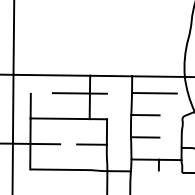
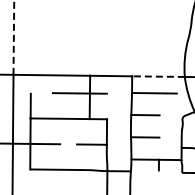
line at (13, 37): solid -> dashed
line at (158, 76): solid -> dashed
